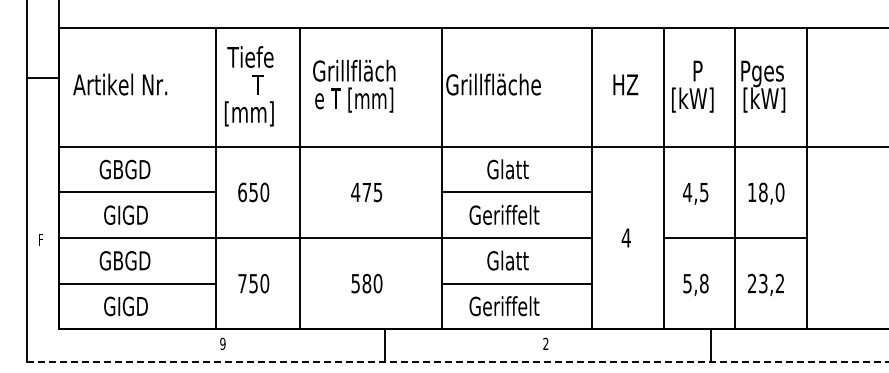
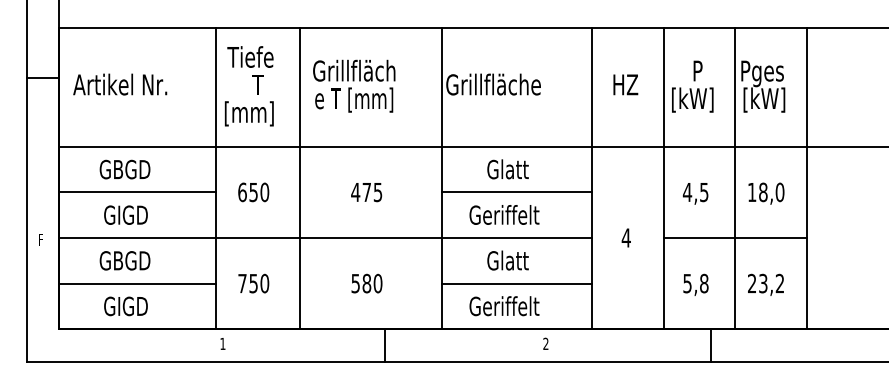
text at (222, 343): 9 -> 1
line at (457, 361): dashed -> solid
